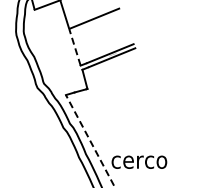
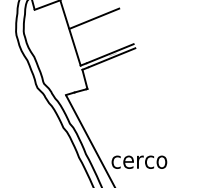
line at (74, 46): dashed -> solid
line at (90, 140): dashed -> solid
